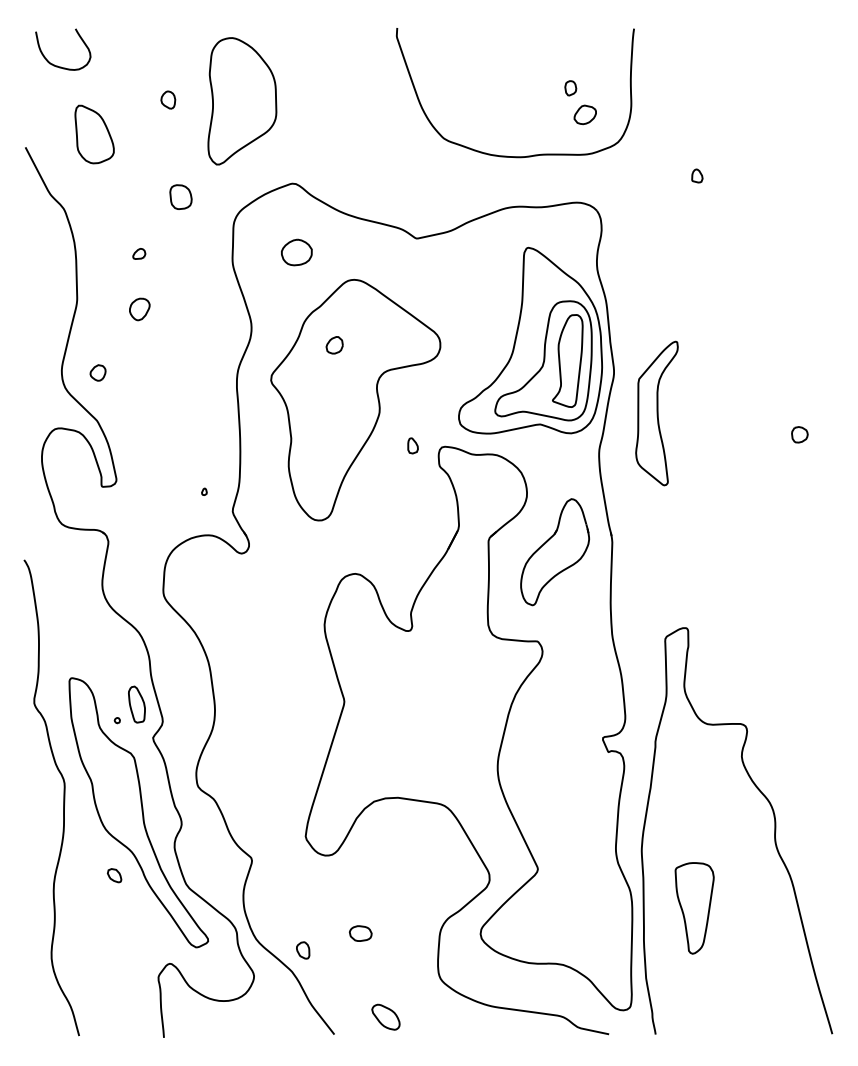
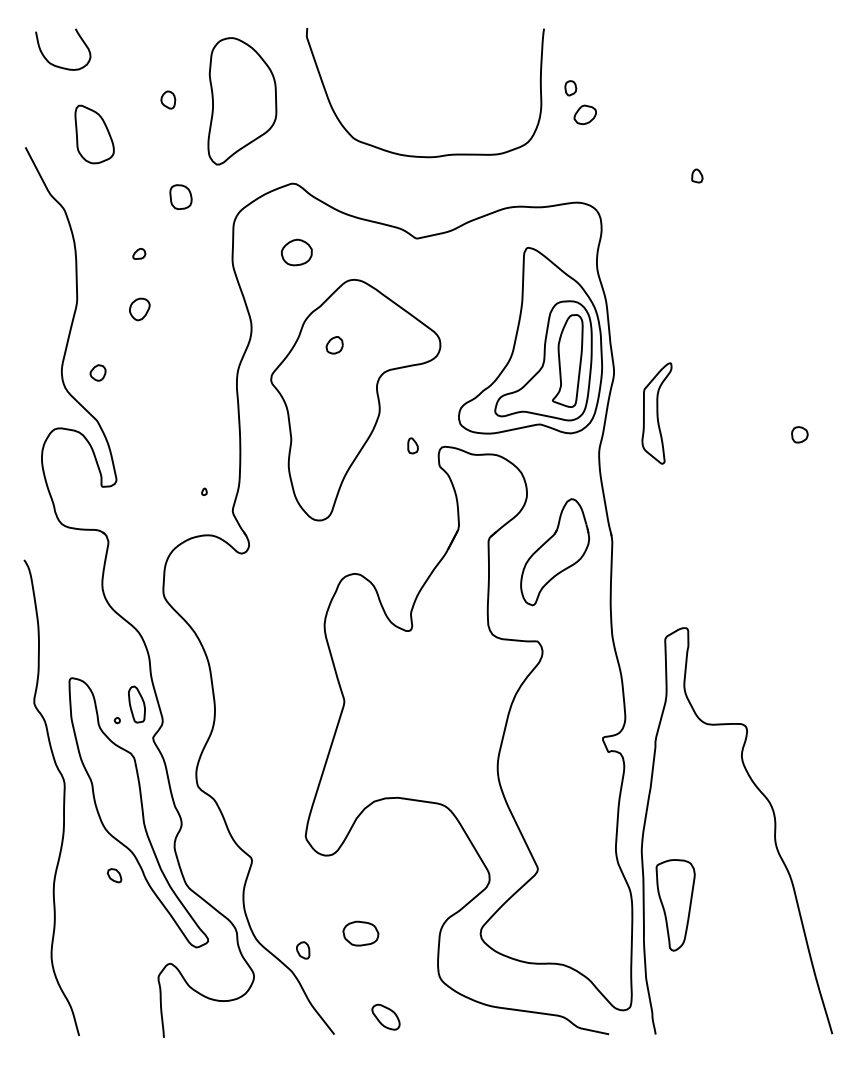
curve at (506, 155) position: (506, 155) -> (416, 155)
part at (656, 413) size: 44x147 px -> 32x103 px
part at (694, 908) position: (694, 908) -> (675, 905)
part at (360, 933) size: 25x17 px -> 38x27 px
